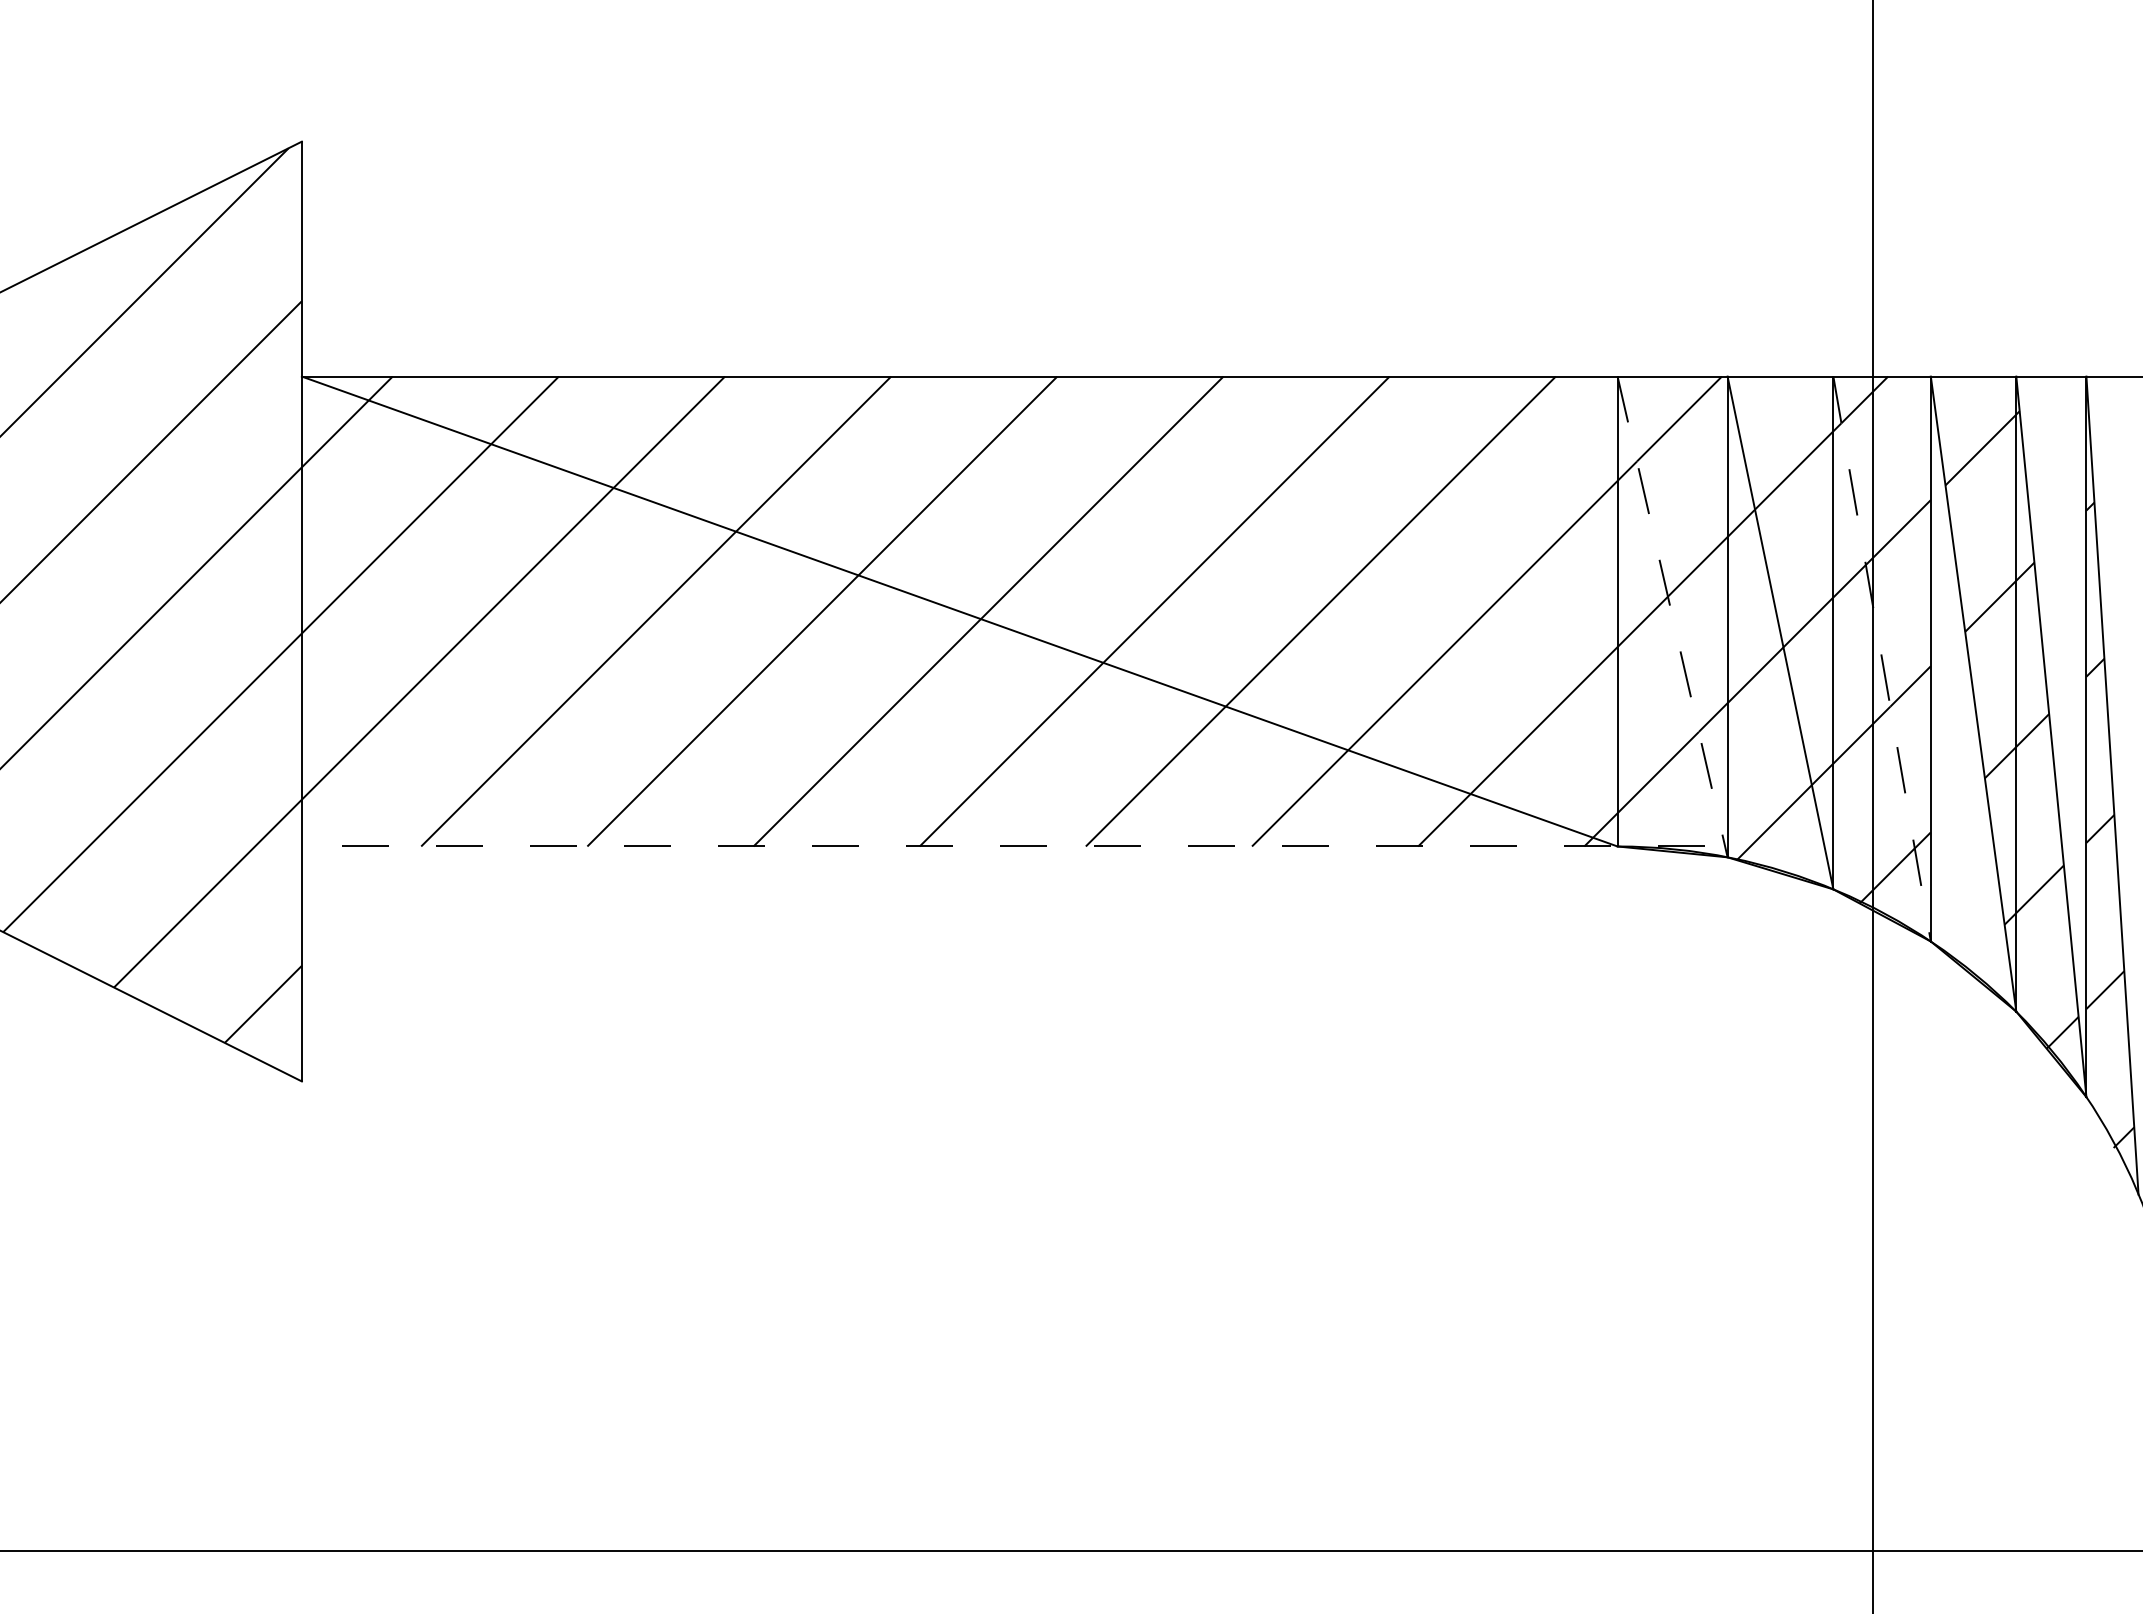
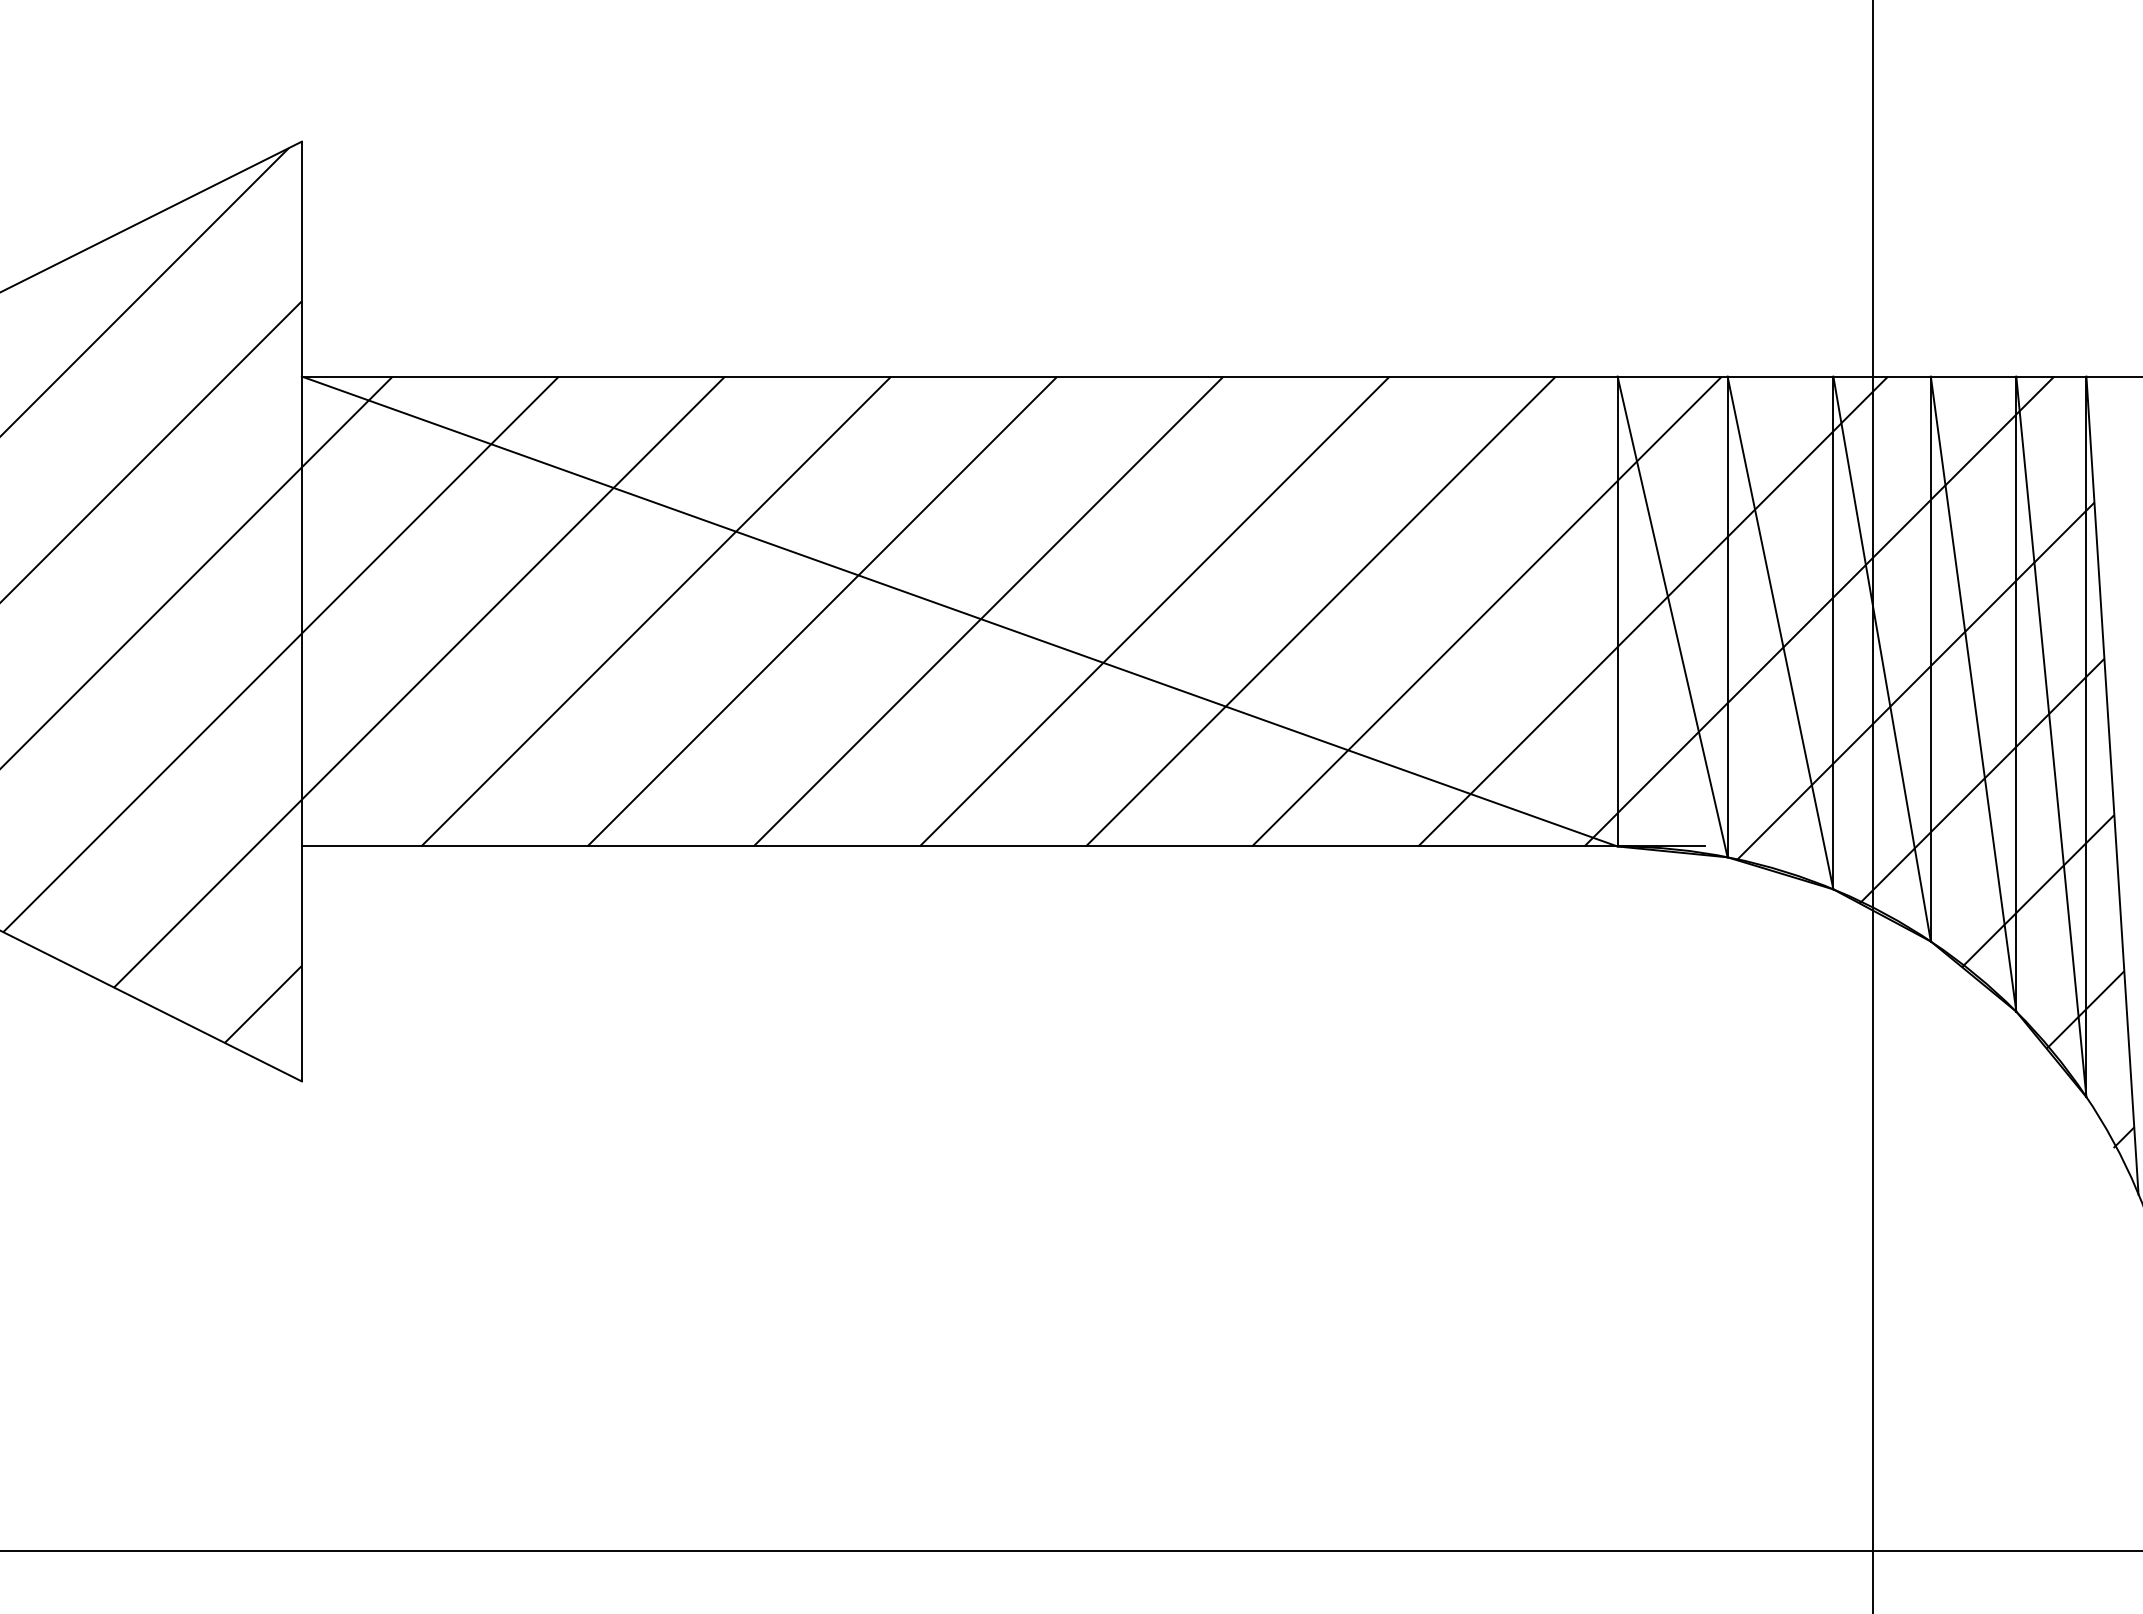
line at (1672, 616): dashed -> solid
line at (1882, 659): dashed -> solid
hatch at (2052, 696): none -> present
hatch at (1967, 726): none -> present
line at (1002, 846): dashed -> solid
